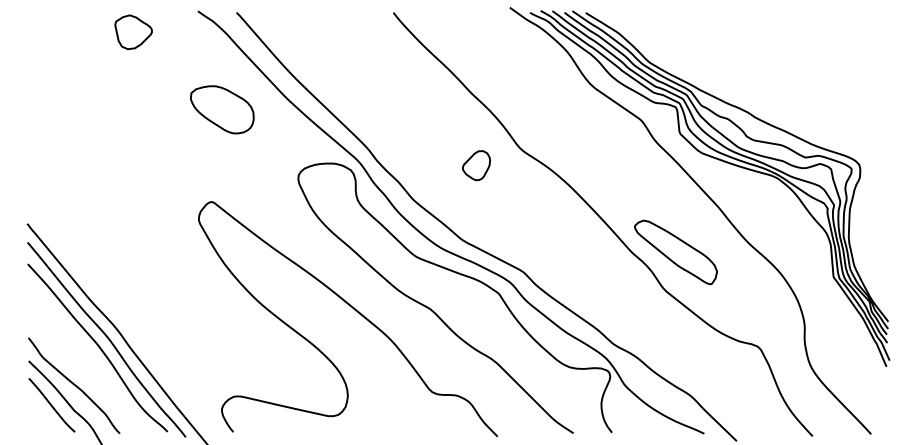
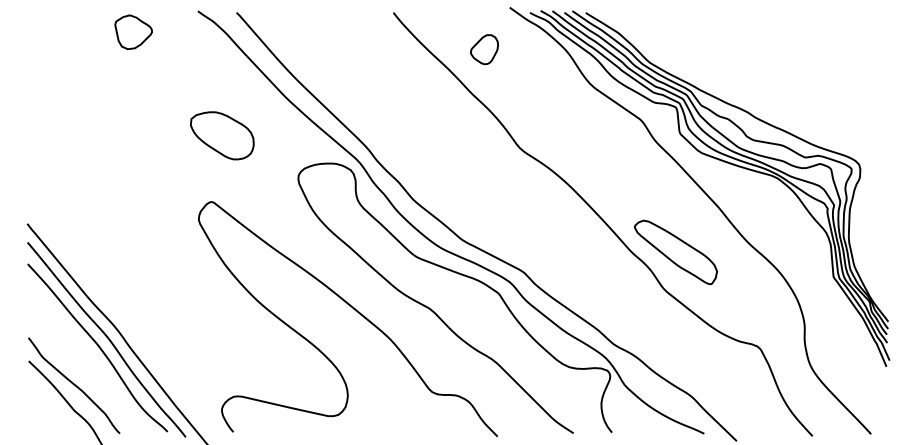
part at (222, 109) position: (222, 109) -> (222, 135)
part at (476, 165) position: (476, 165) -> (484, 49)
curve at (51, 405): present -> none
